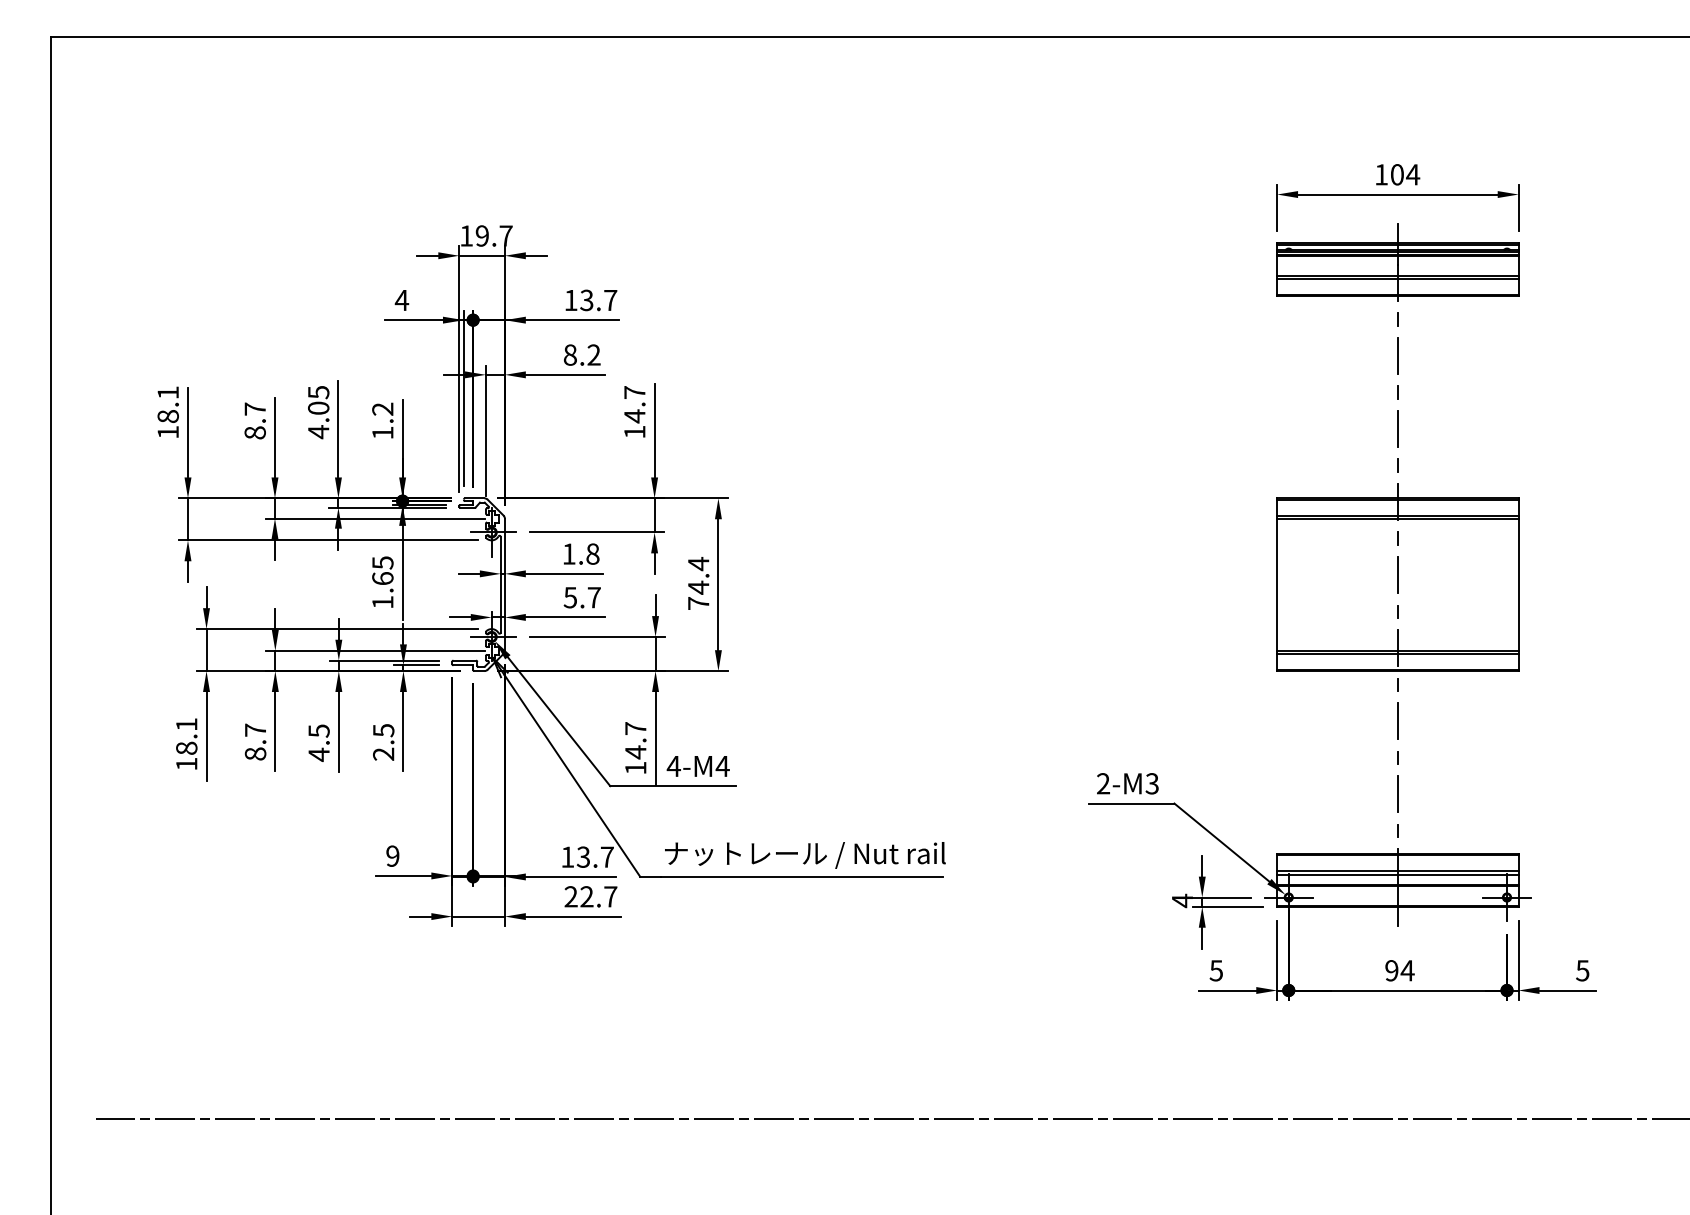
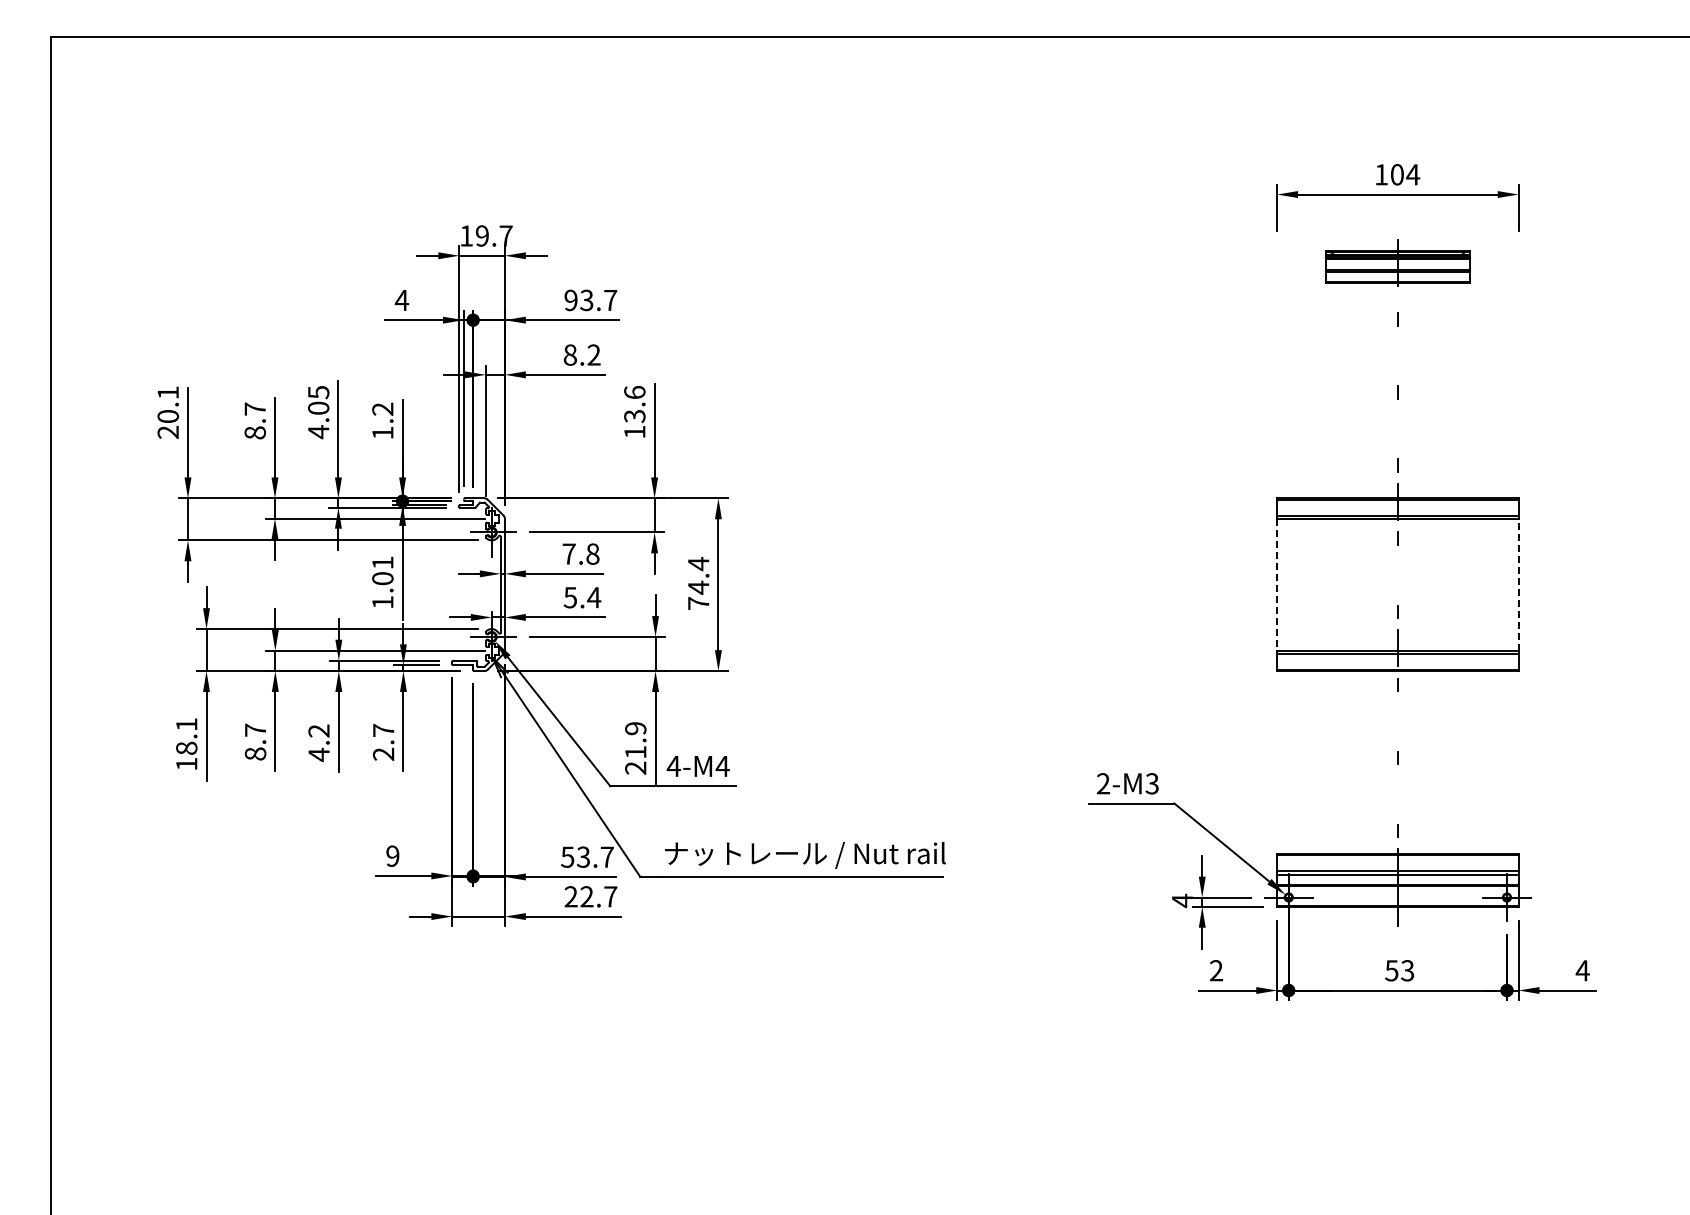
part at (1397, 262) size: 244x79 px -> 146x48 px
text at (570, 300): 13.7 -> 93.7
line at (1397, 355): present -> none
text at (634, 404): 14.7 -> 13.6
text at (167, 424): 18.1 -> 20.1
line at (1397, 428): present -> none
text at (568, 553): 1.8 -> 7.8
text at (382, 570): 1.65 -> 1.01
line at (1397, 574): present -> none
line at (1277, 584): solid -> dashed
line at (1518, 584): solid -> dashed
text at (594, 597): 5.7 -> 5.4
line at (1397, 720): present -> none
text at (318, 730): 4.5 -> 4.2
text at (383, 730): 2.5 -> 2.7
text at (635, 748): 14.7 -> 21.9
line at (1397, 793): present -> none
text at (567, 856): 13.7 -> 53.7
text at (1215, 970): 5 -> 2
text at (1399, 970): 94 -> 53
text at (1582, 970): 5 -> 4
line at (890, 1118): present -> none
